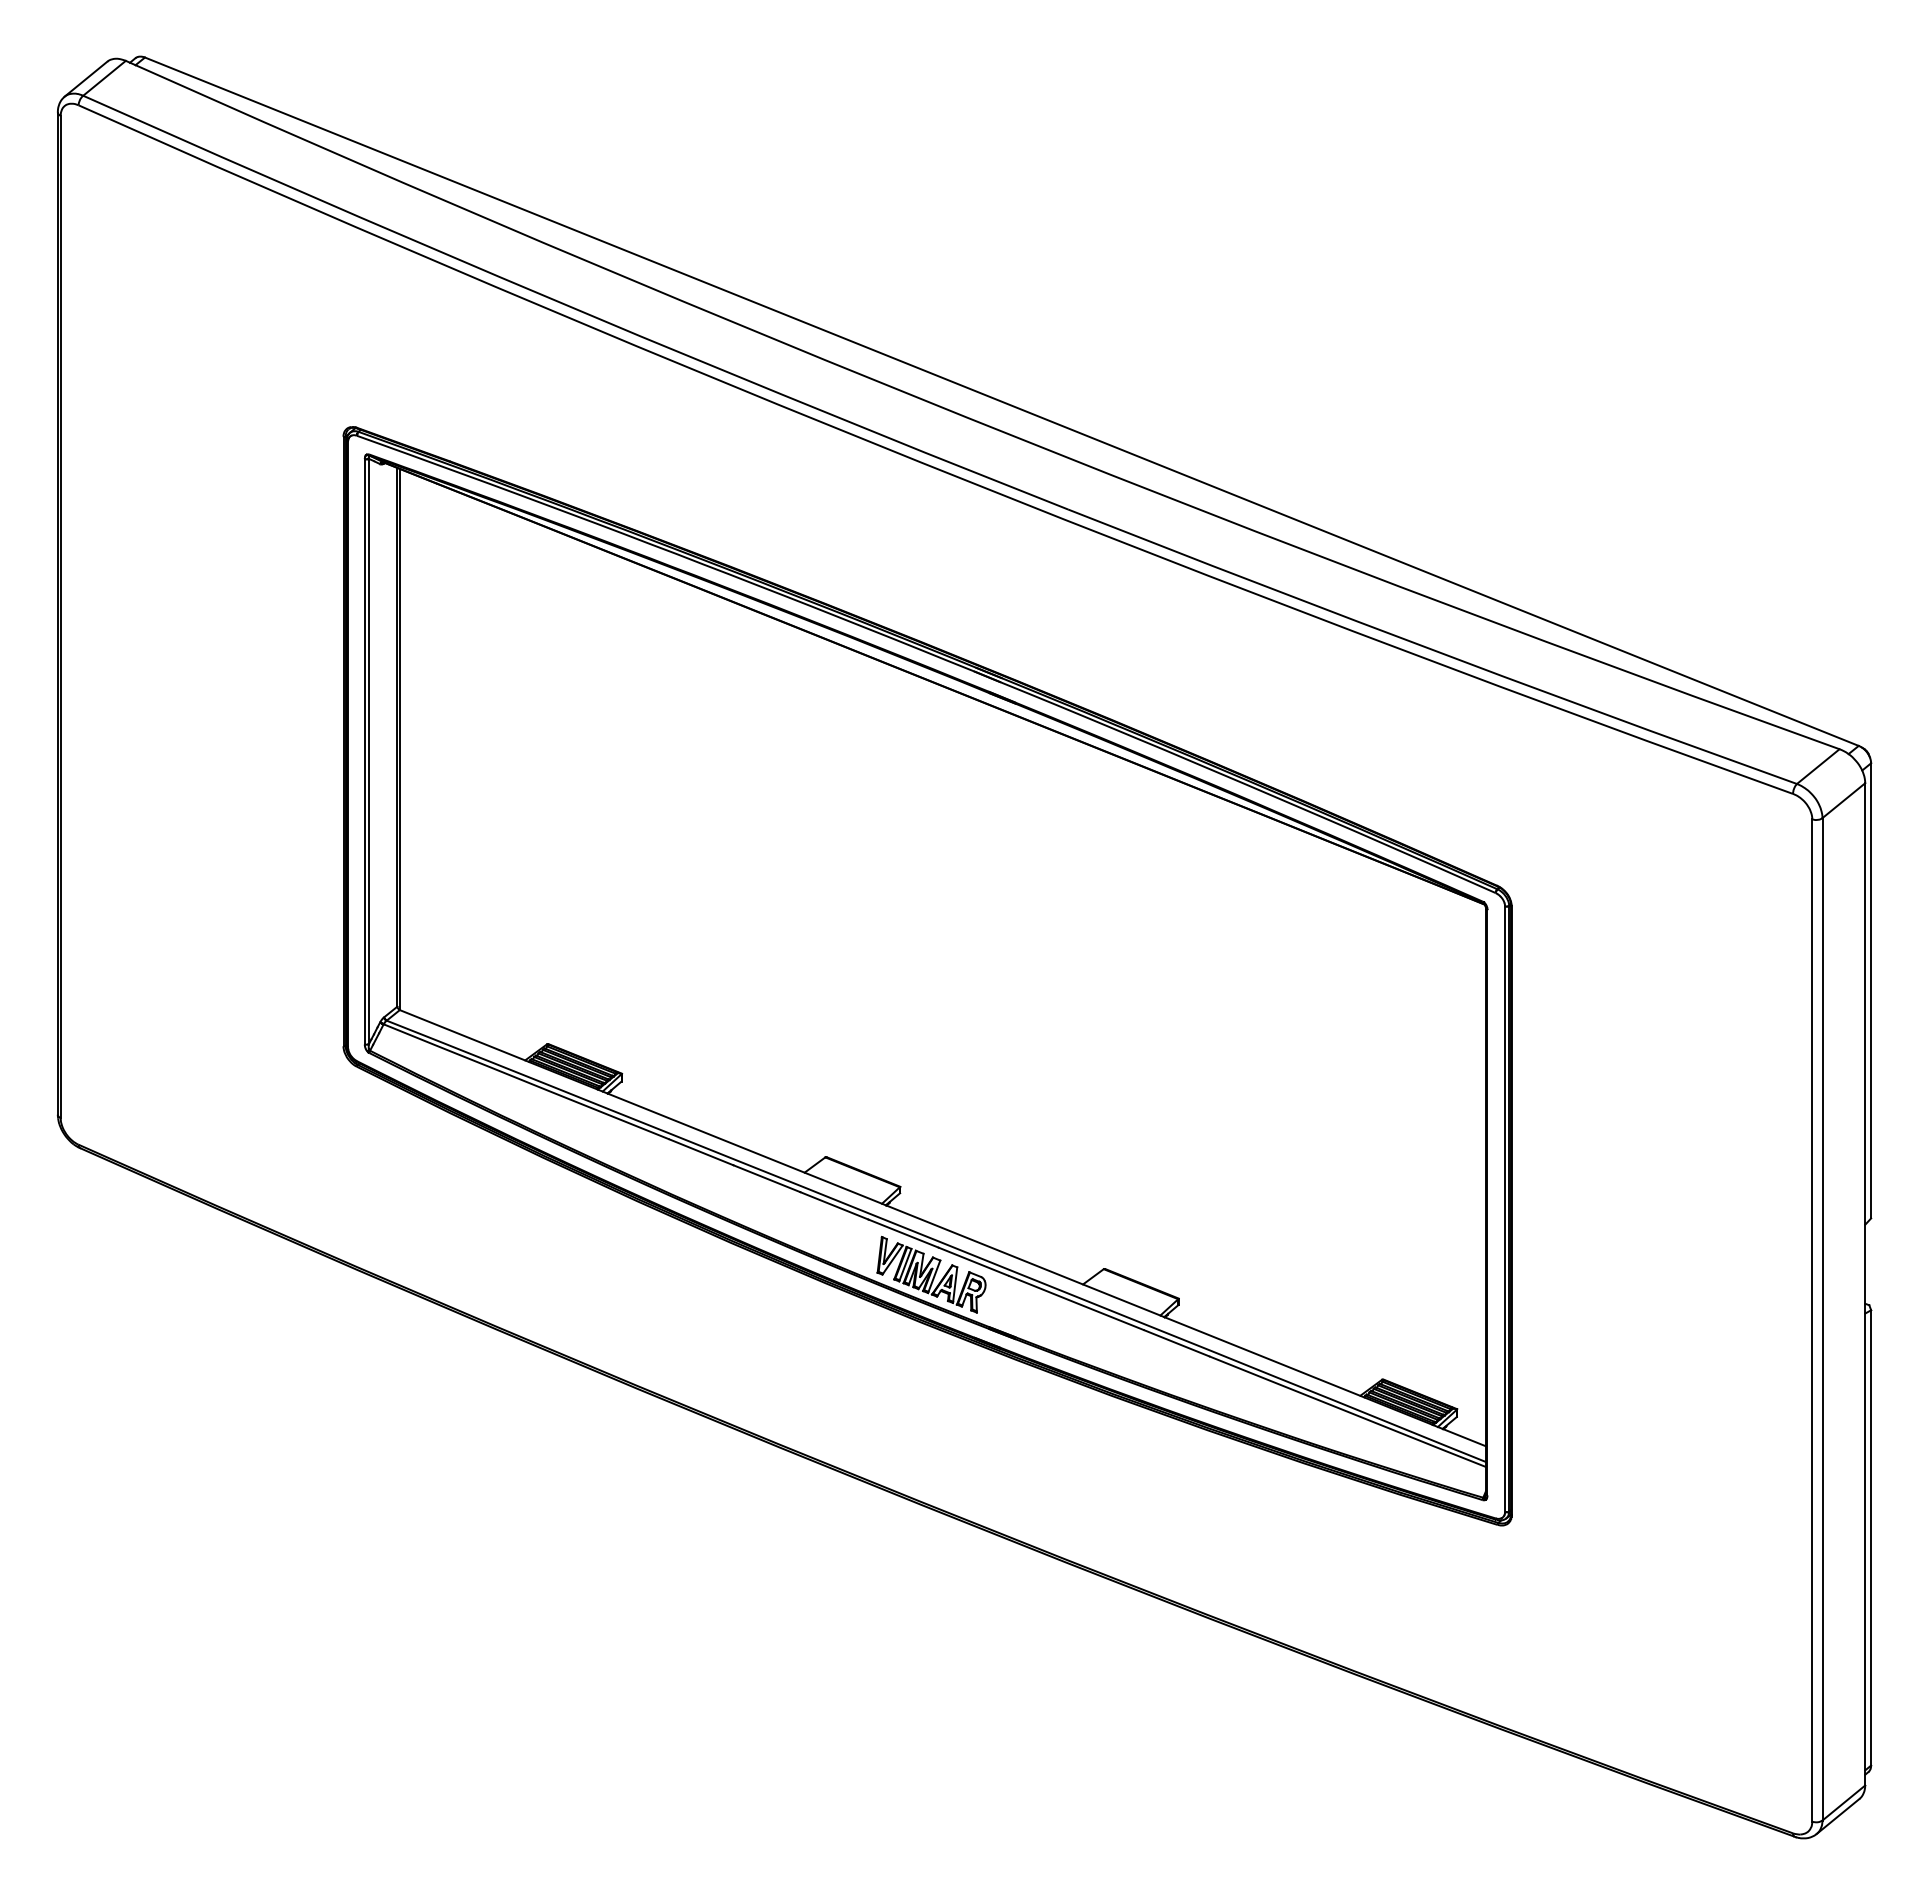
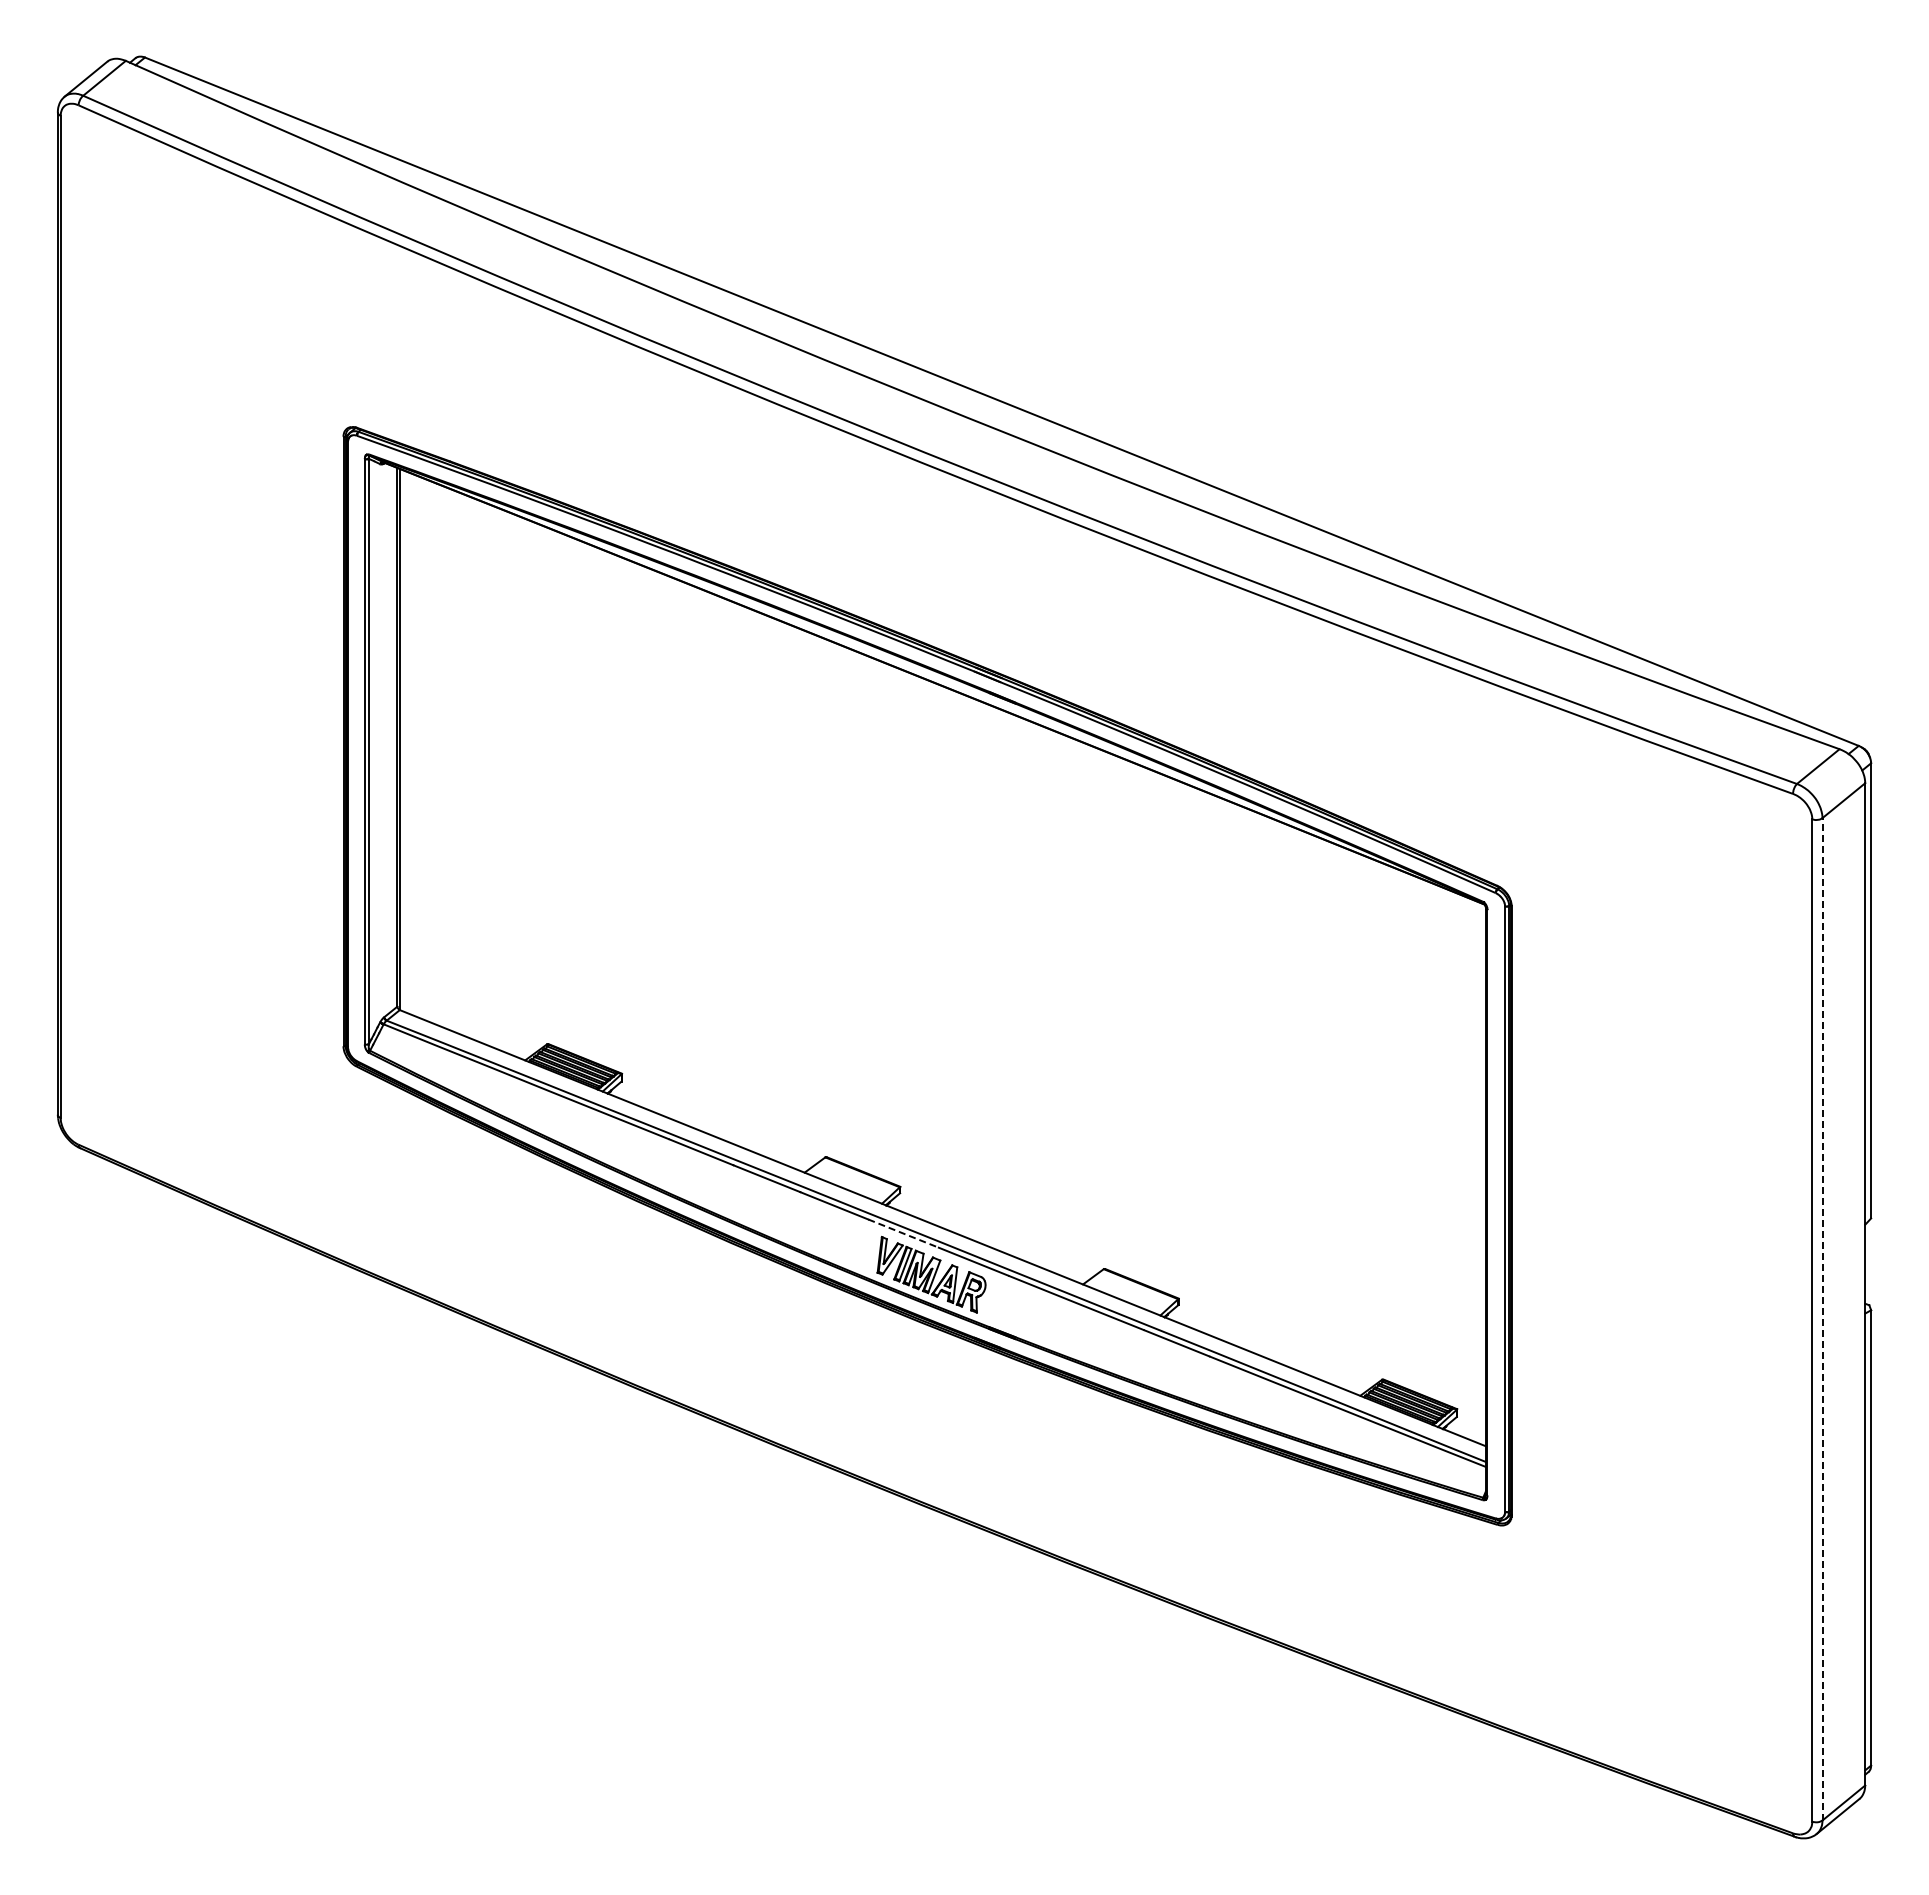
line at (903, 1233): solid -> dashed
line at (1822, 1318): solid -> dashed
